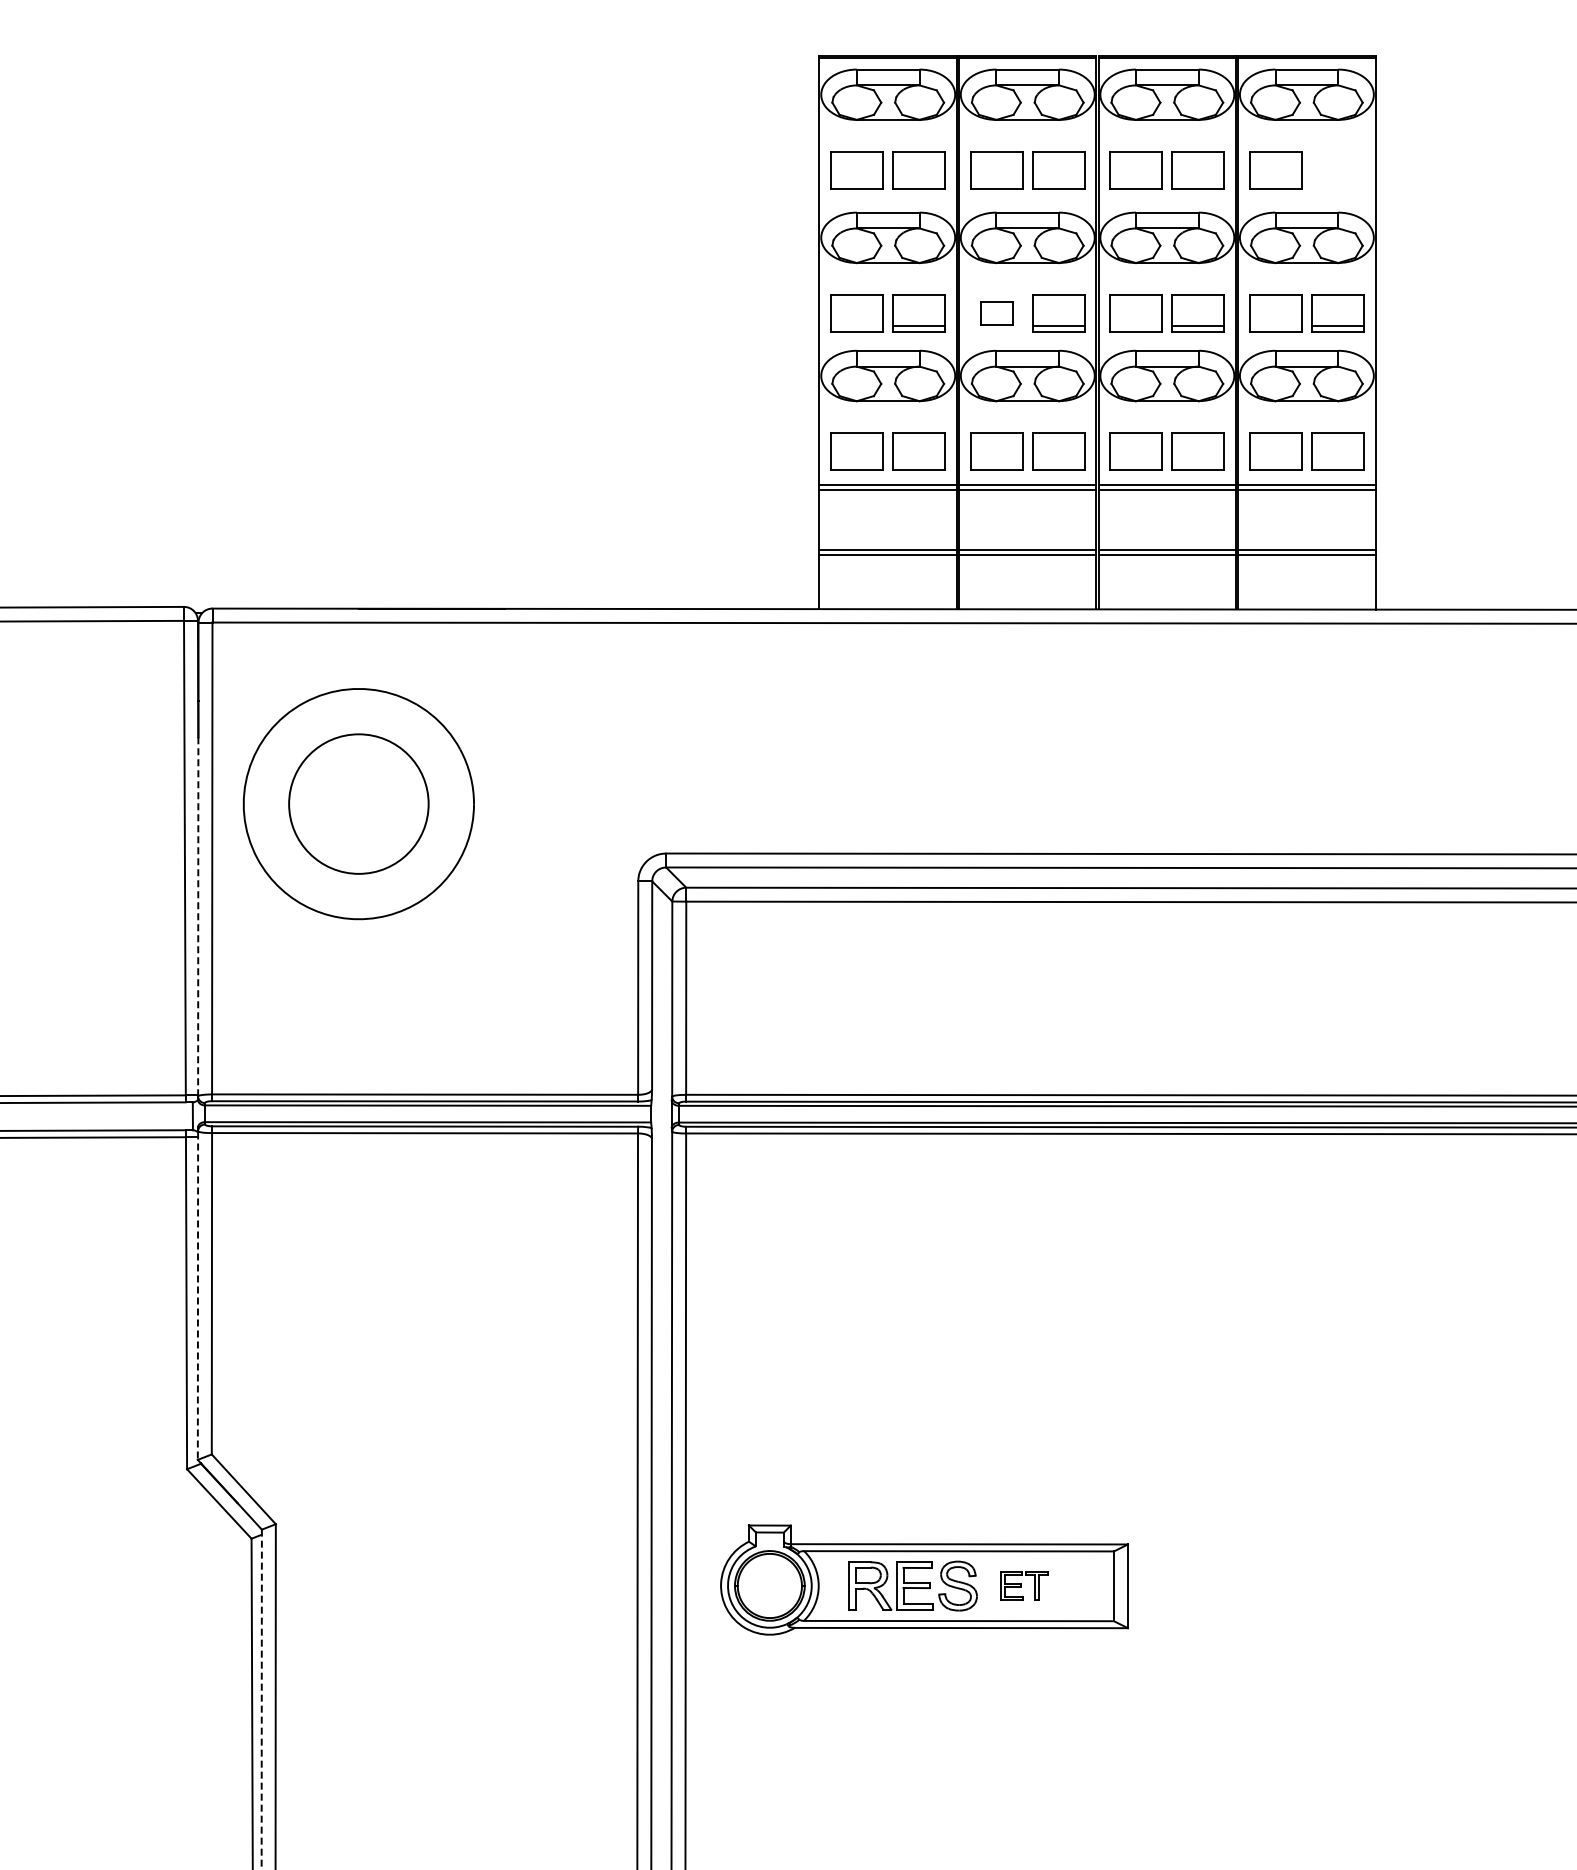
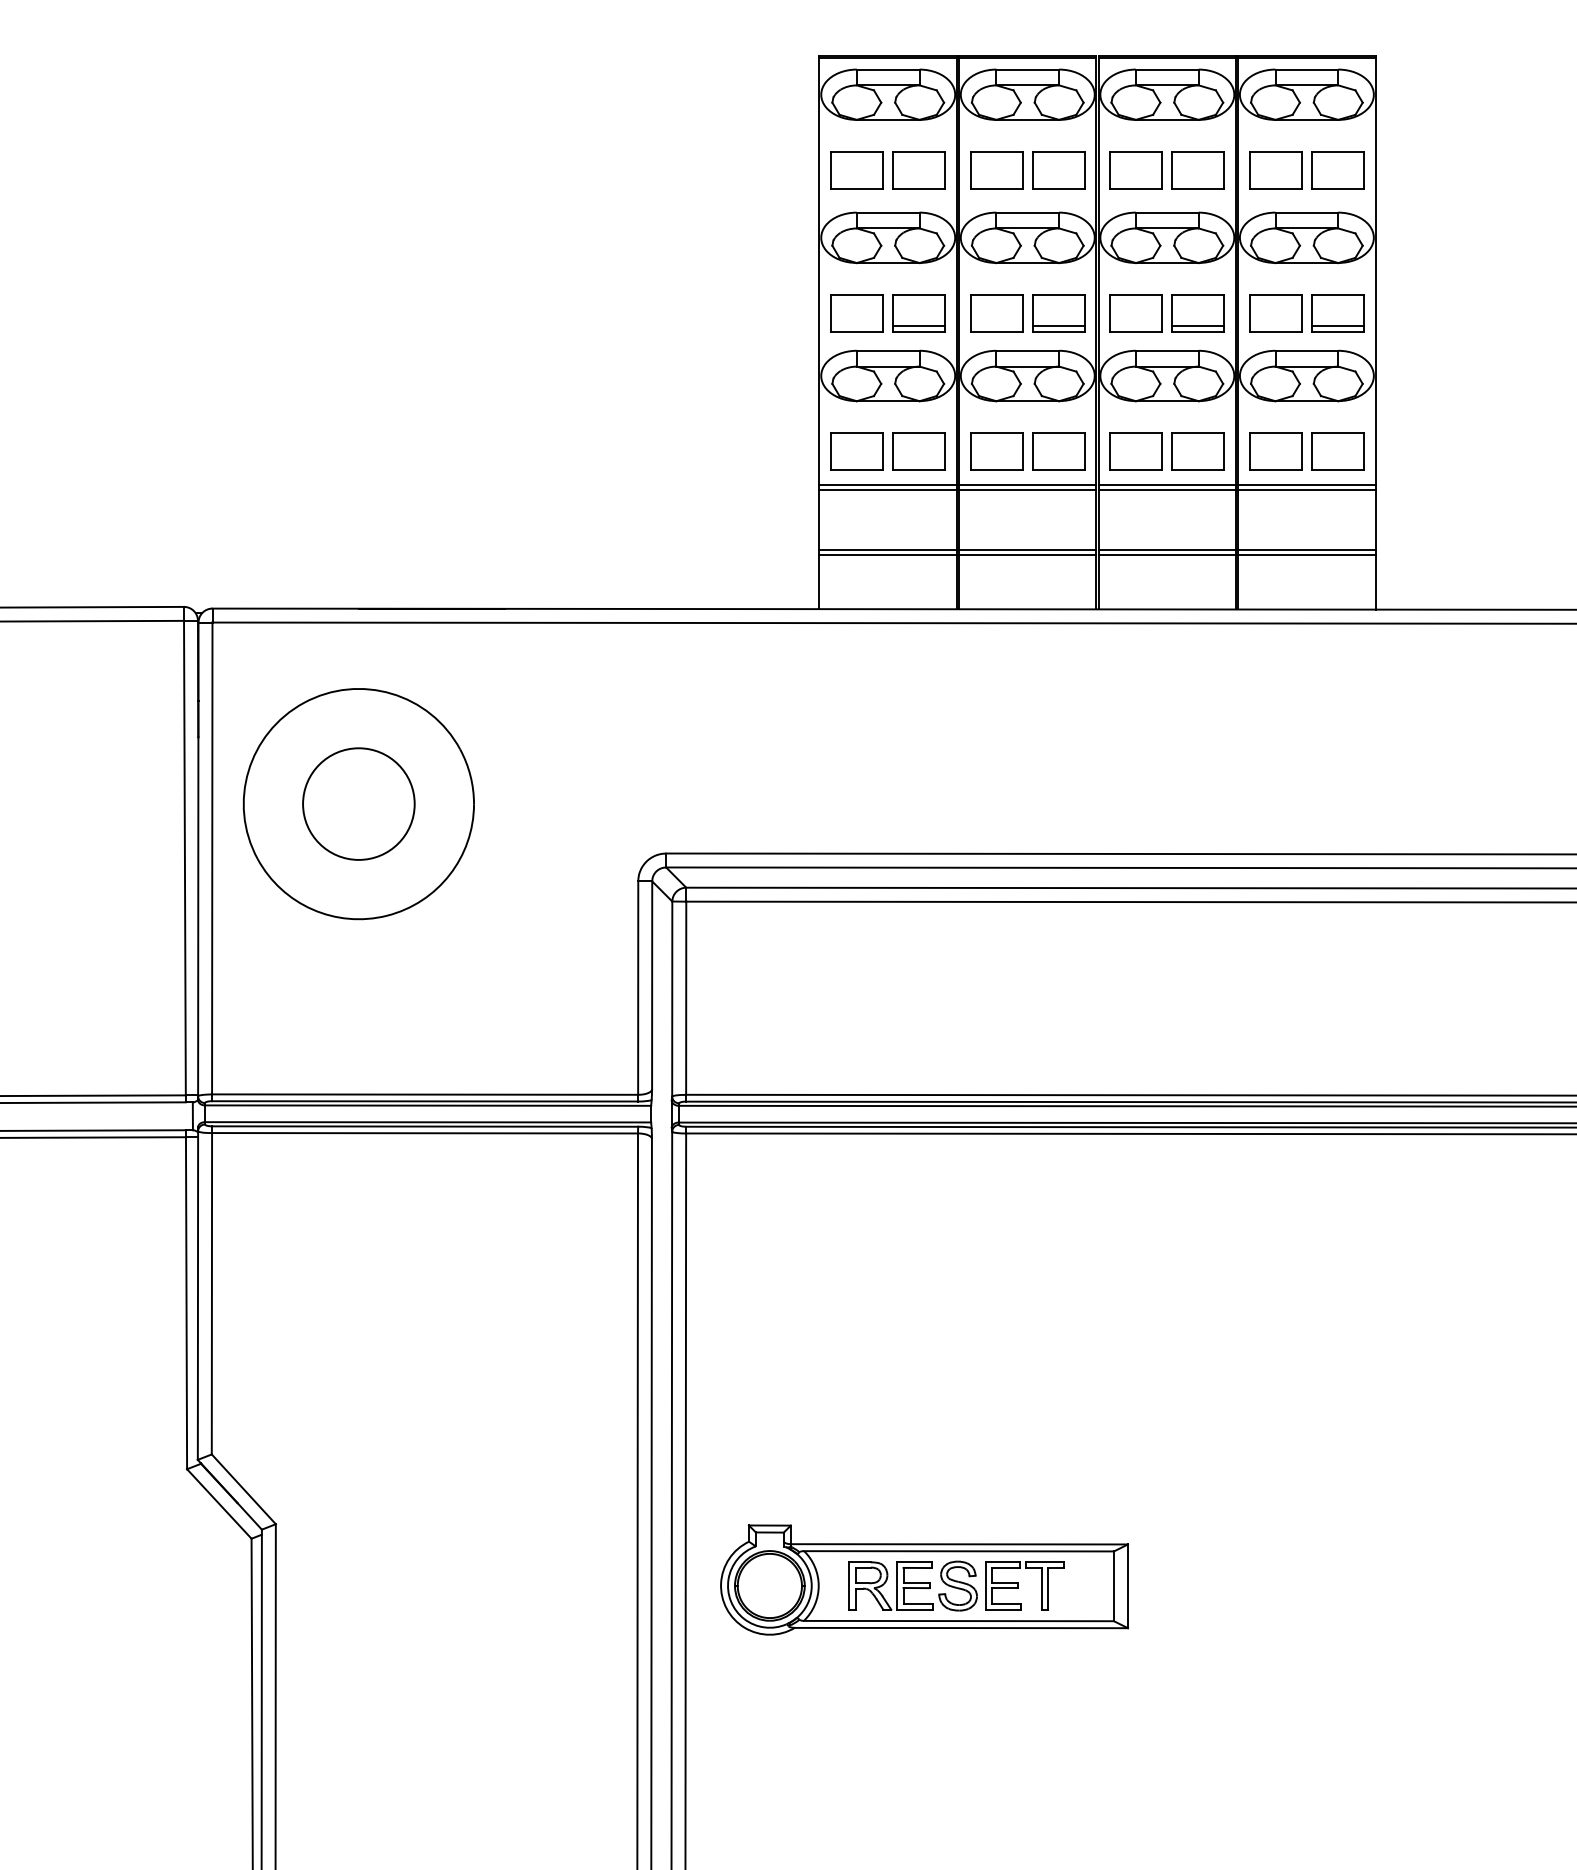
part at (1337, 170): none -> present
part at (996, 313) size: 34x25 px -> 54x39 px
circle at (358, 803) diameter: 140 px -> 112 px
line at (198, 916): dashed -> solid
line at (197, 1296): dashed -> solid
part at (1024, 1585) size: 49x30 px -> 80x50 px
line at (261, 1699): dashed -> solid
